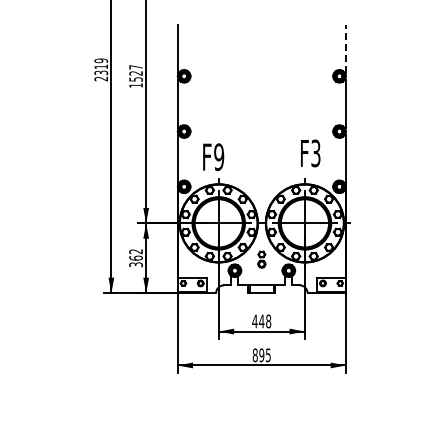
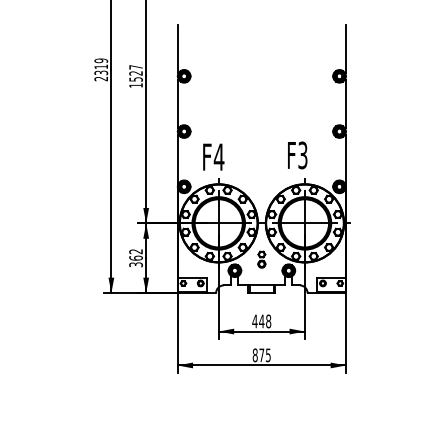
line at (346, 48): dashed -> solid
text at (310, 153) position: (310, 153) -> (297, 155)
text at (218, 157): F9 -> F4
text at (261, 355): 895 -> 875
